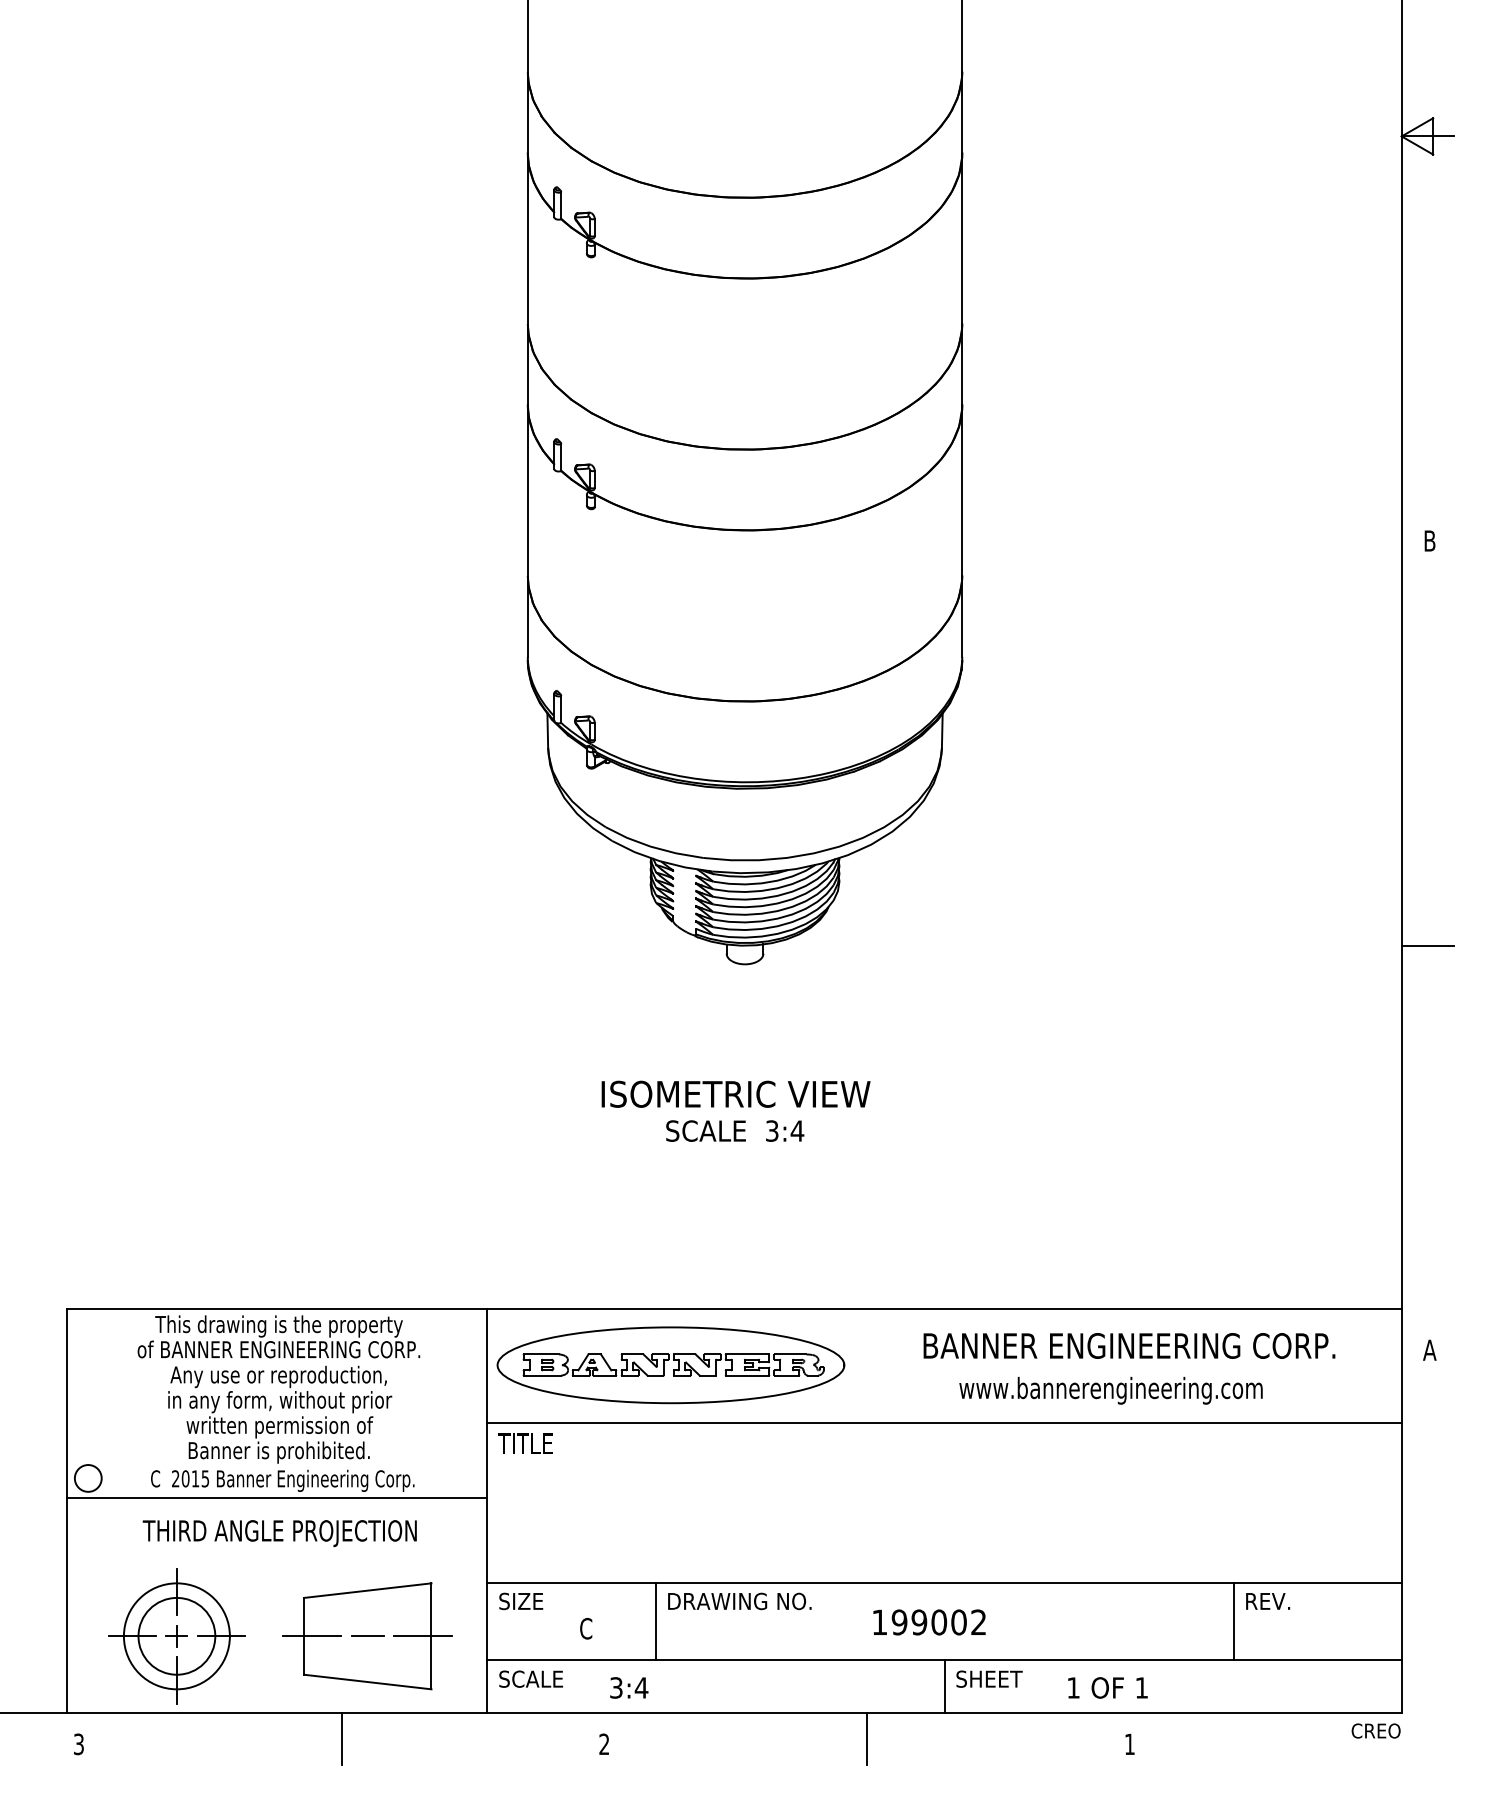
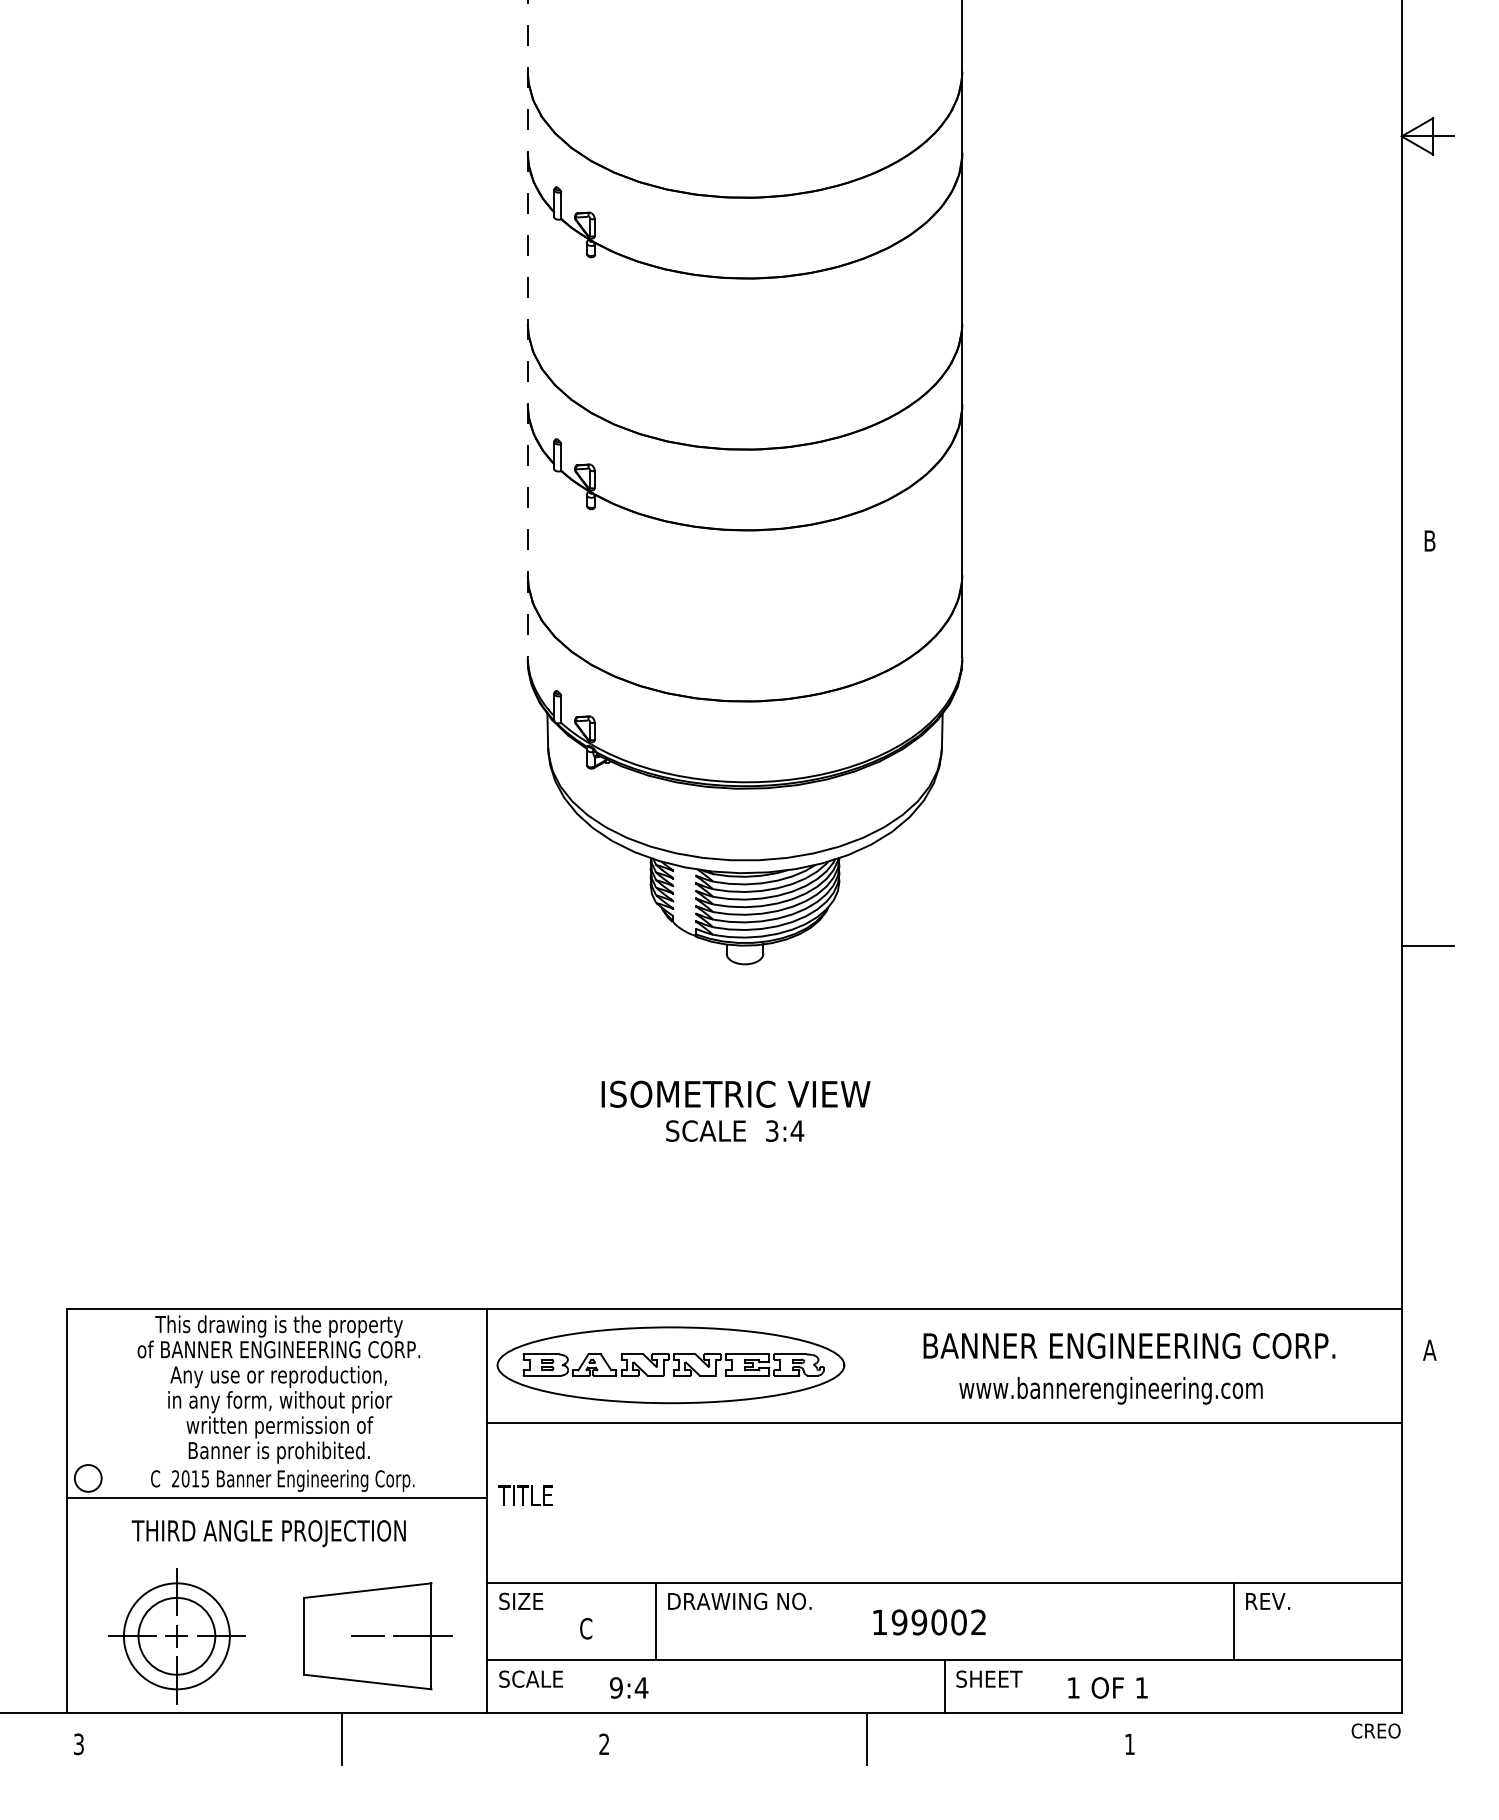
line at (527, 328): solid -> dashed
text at (525, 1443) position: (525, 1443) -> (525, 1495)
text at (279, 1533) position: (279, 1533) -> (268, 1533)
line at (312, 1636): present -> none
text at (615, 1687): 3:4 -> 9:4
